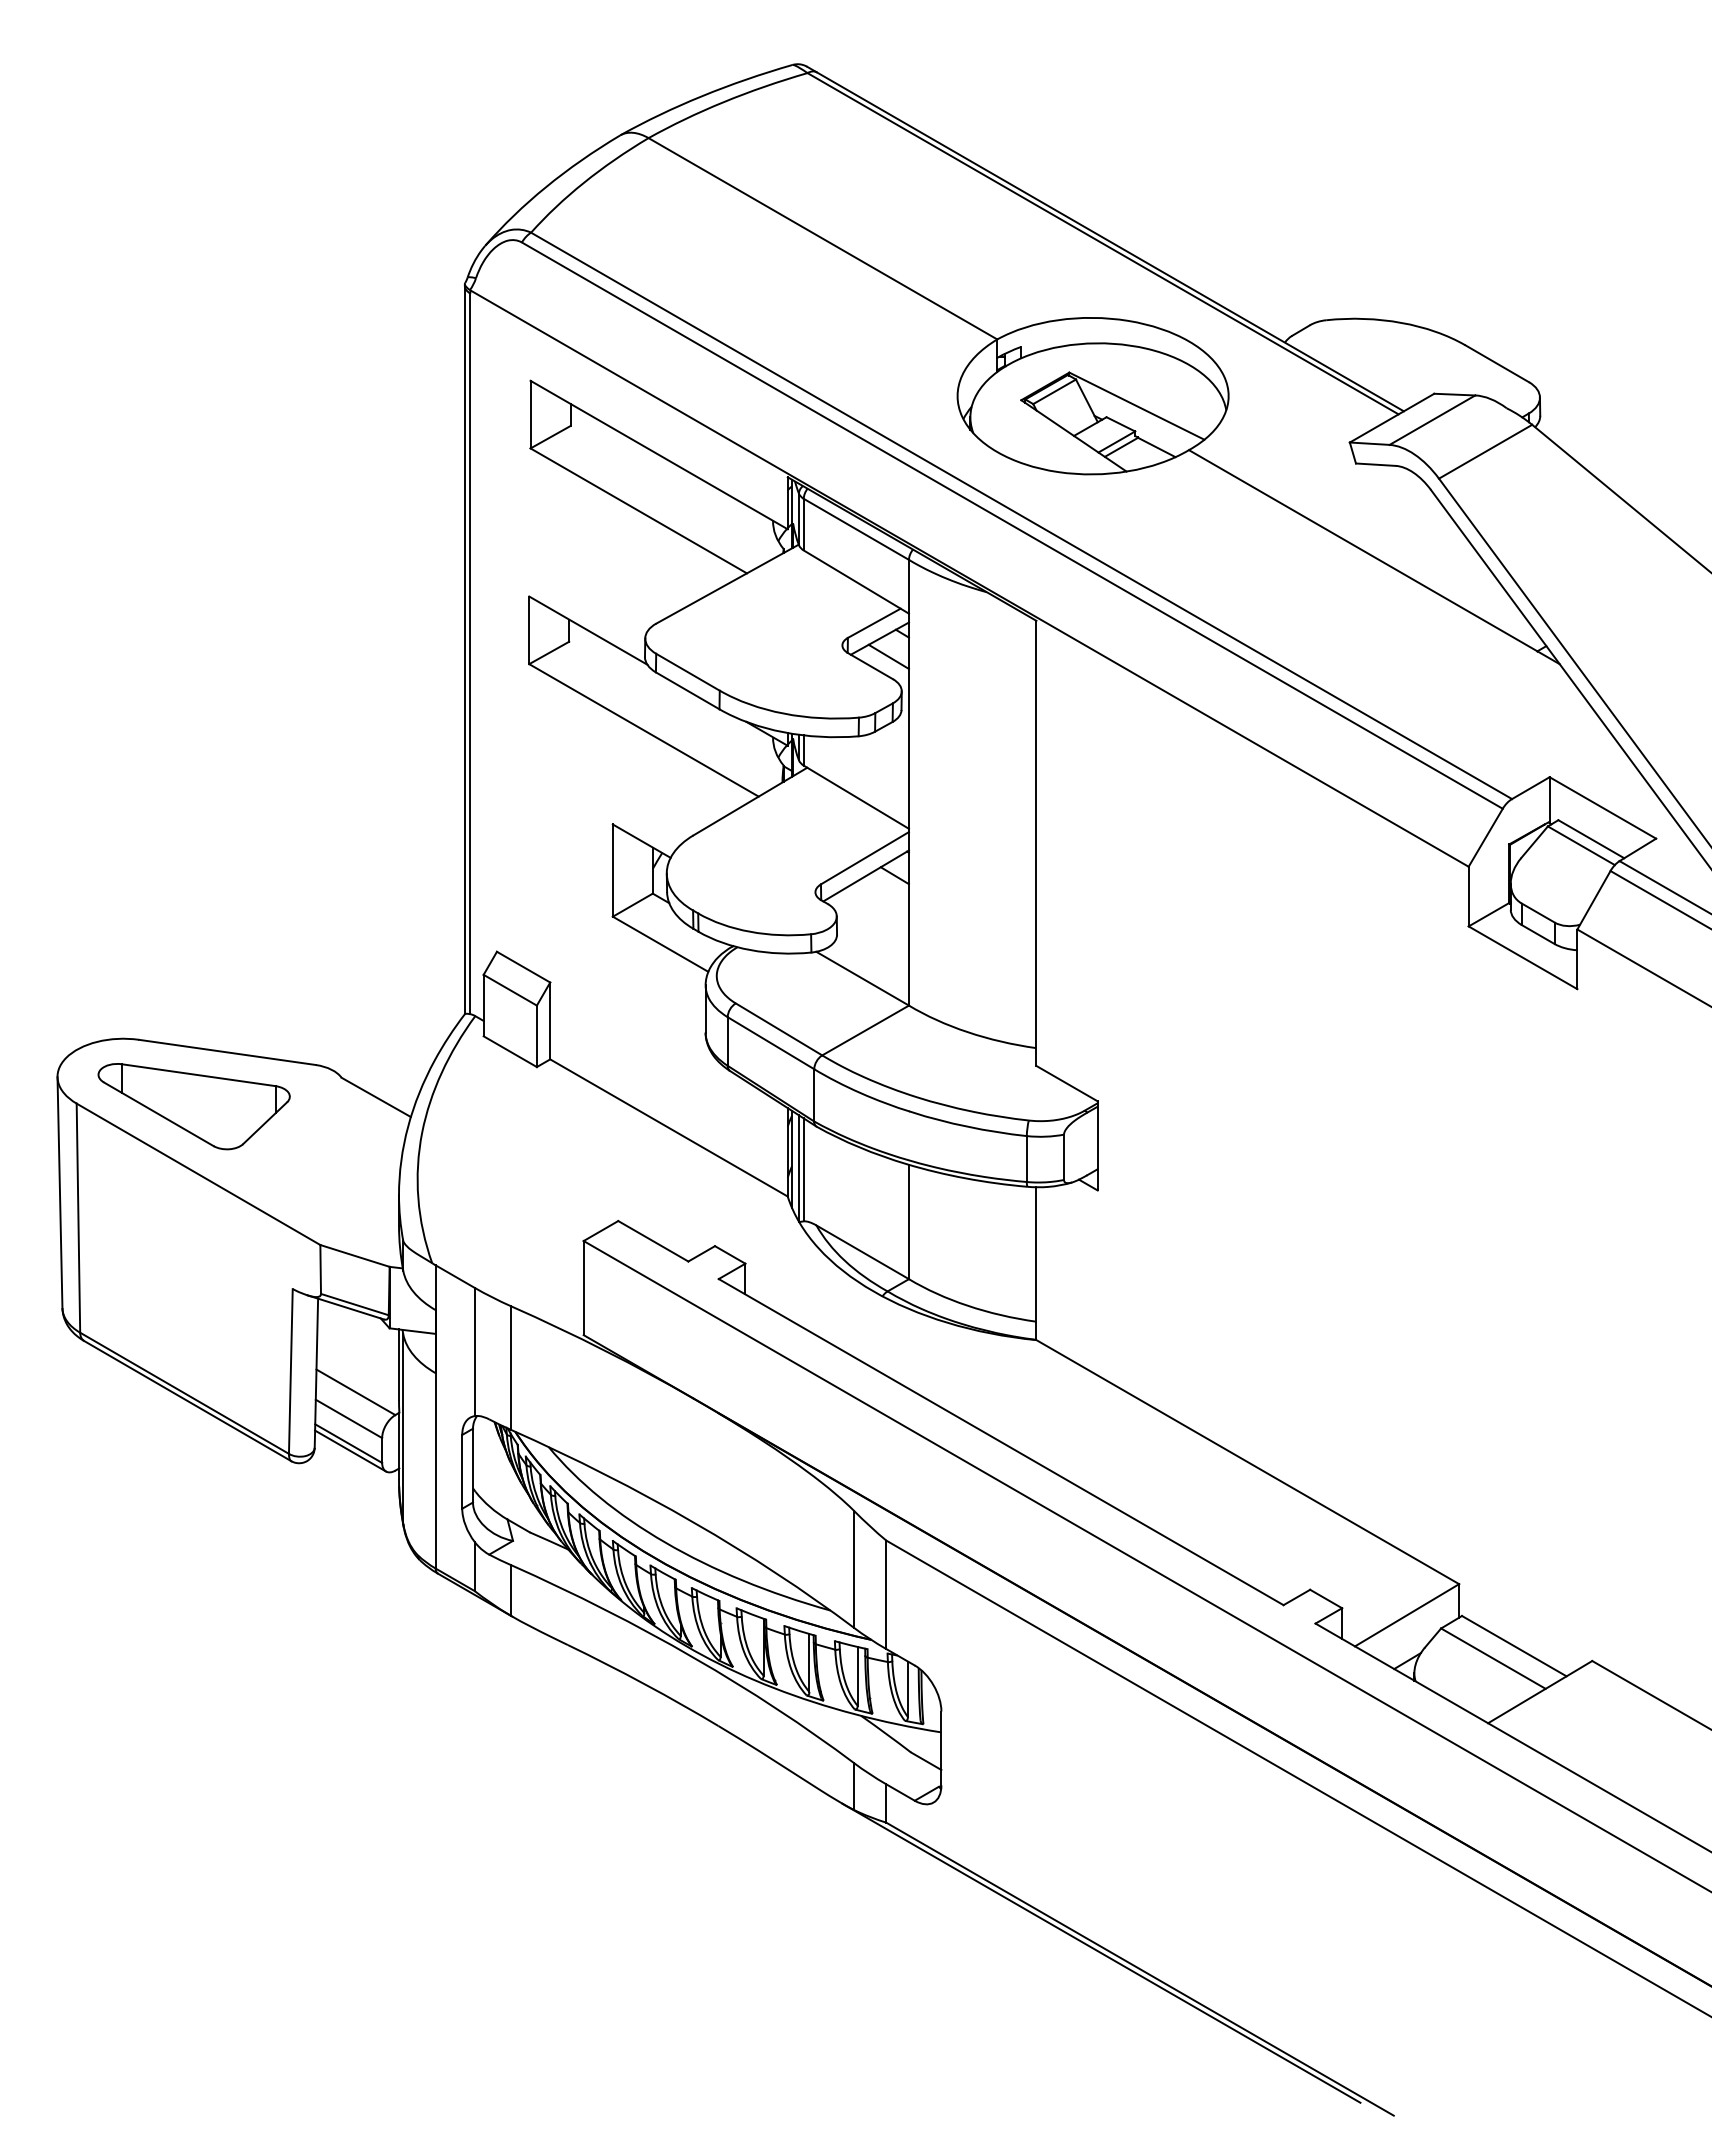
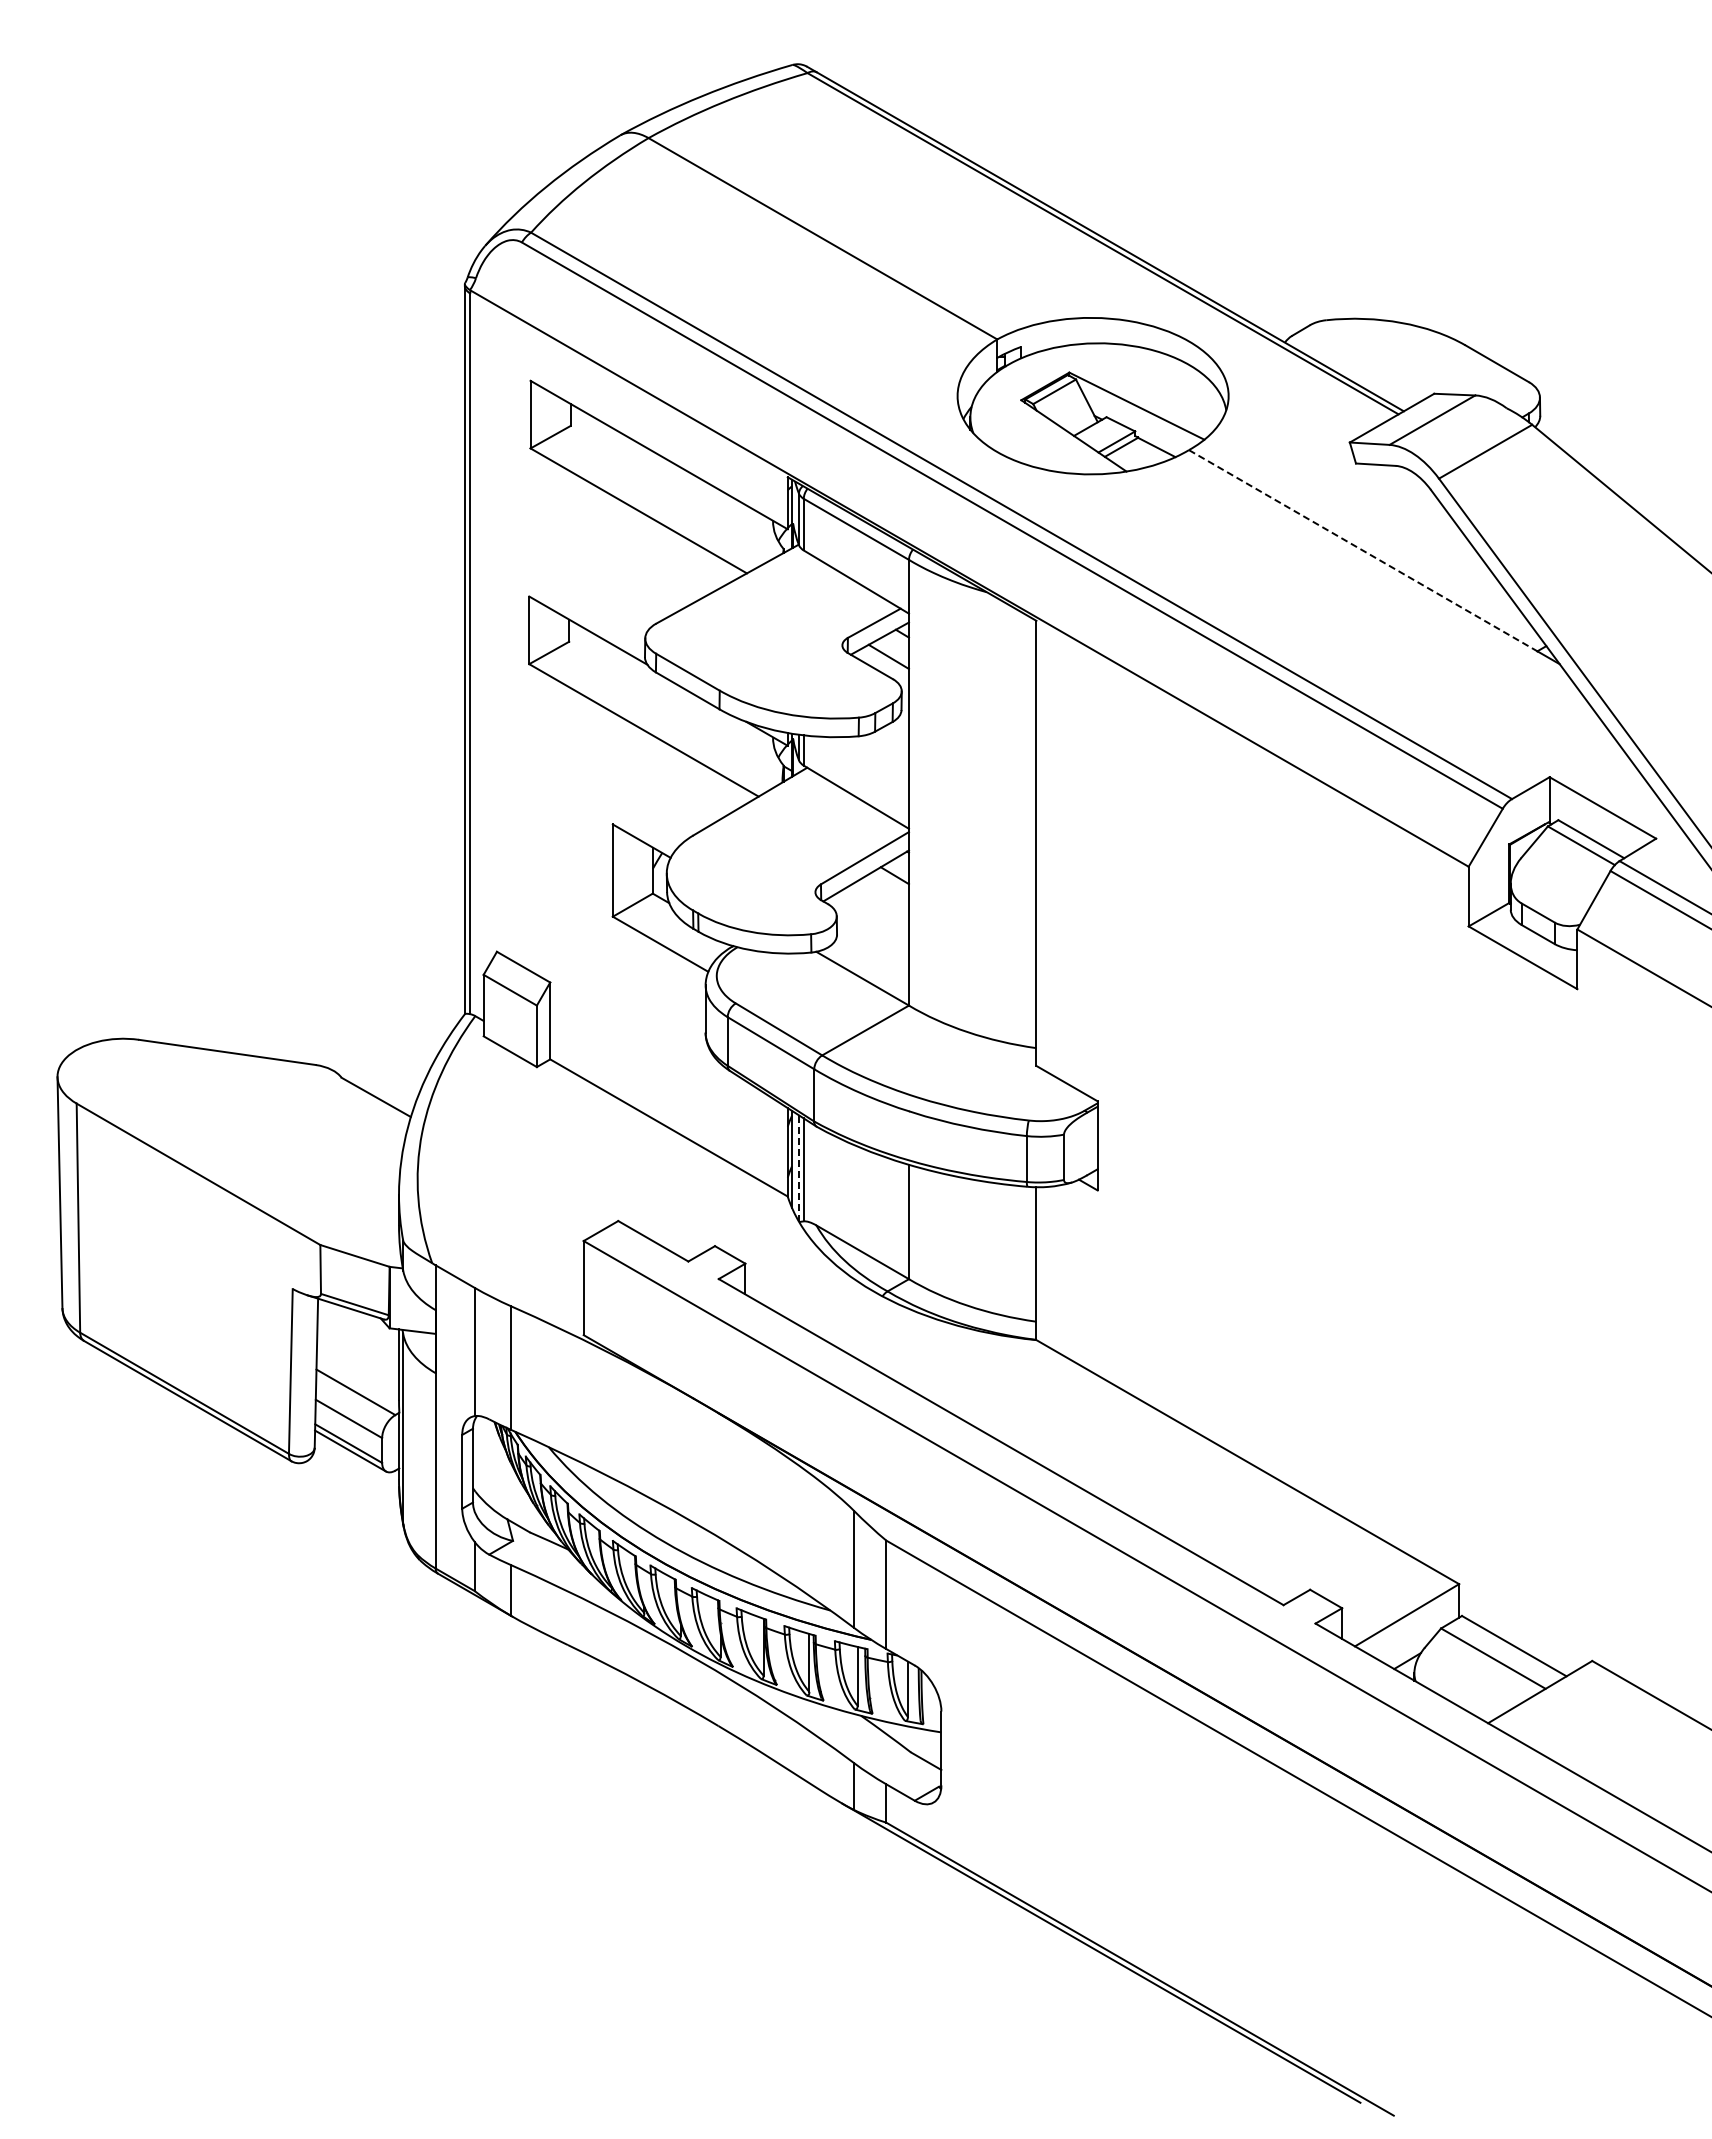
line at (1363, 550): solid -> dashed
part at (193, 1106): present -> none
line at (799, 1168): solid -> dashed
